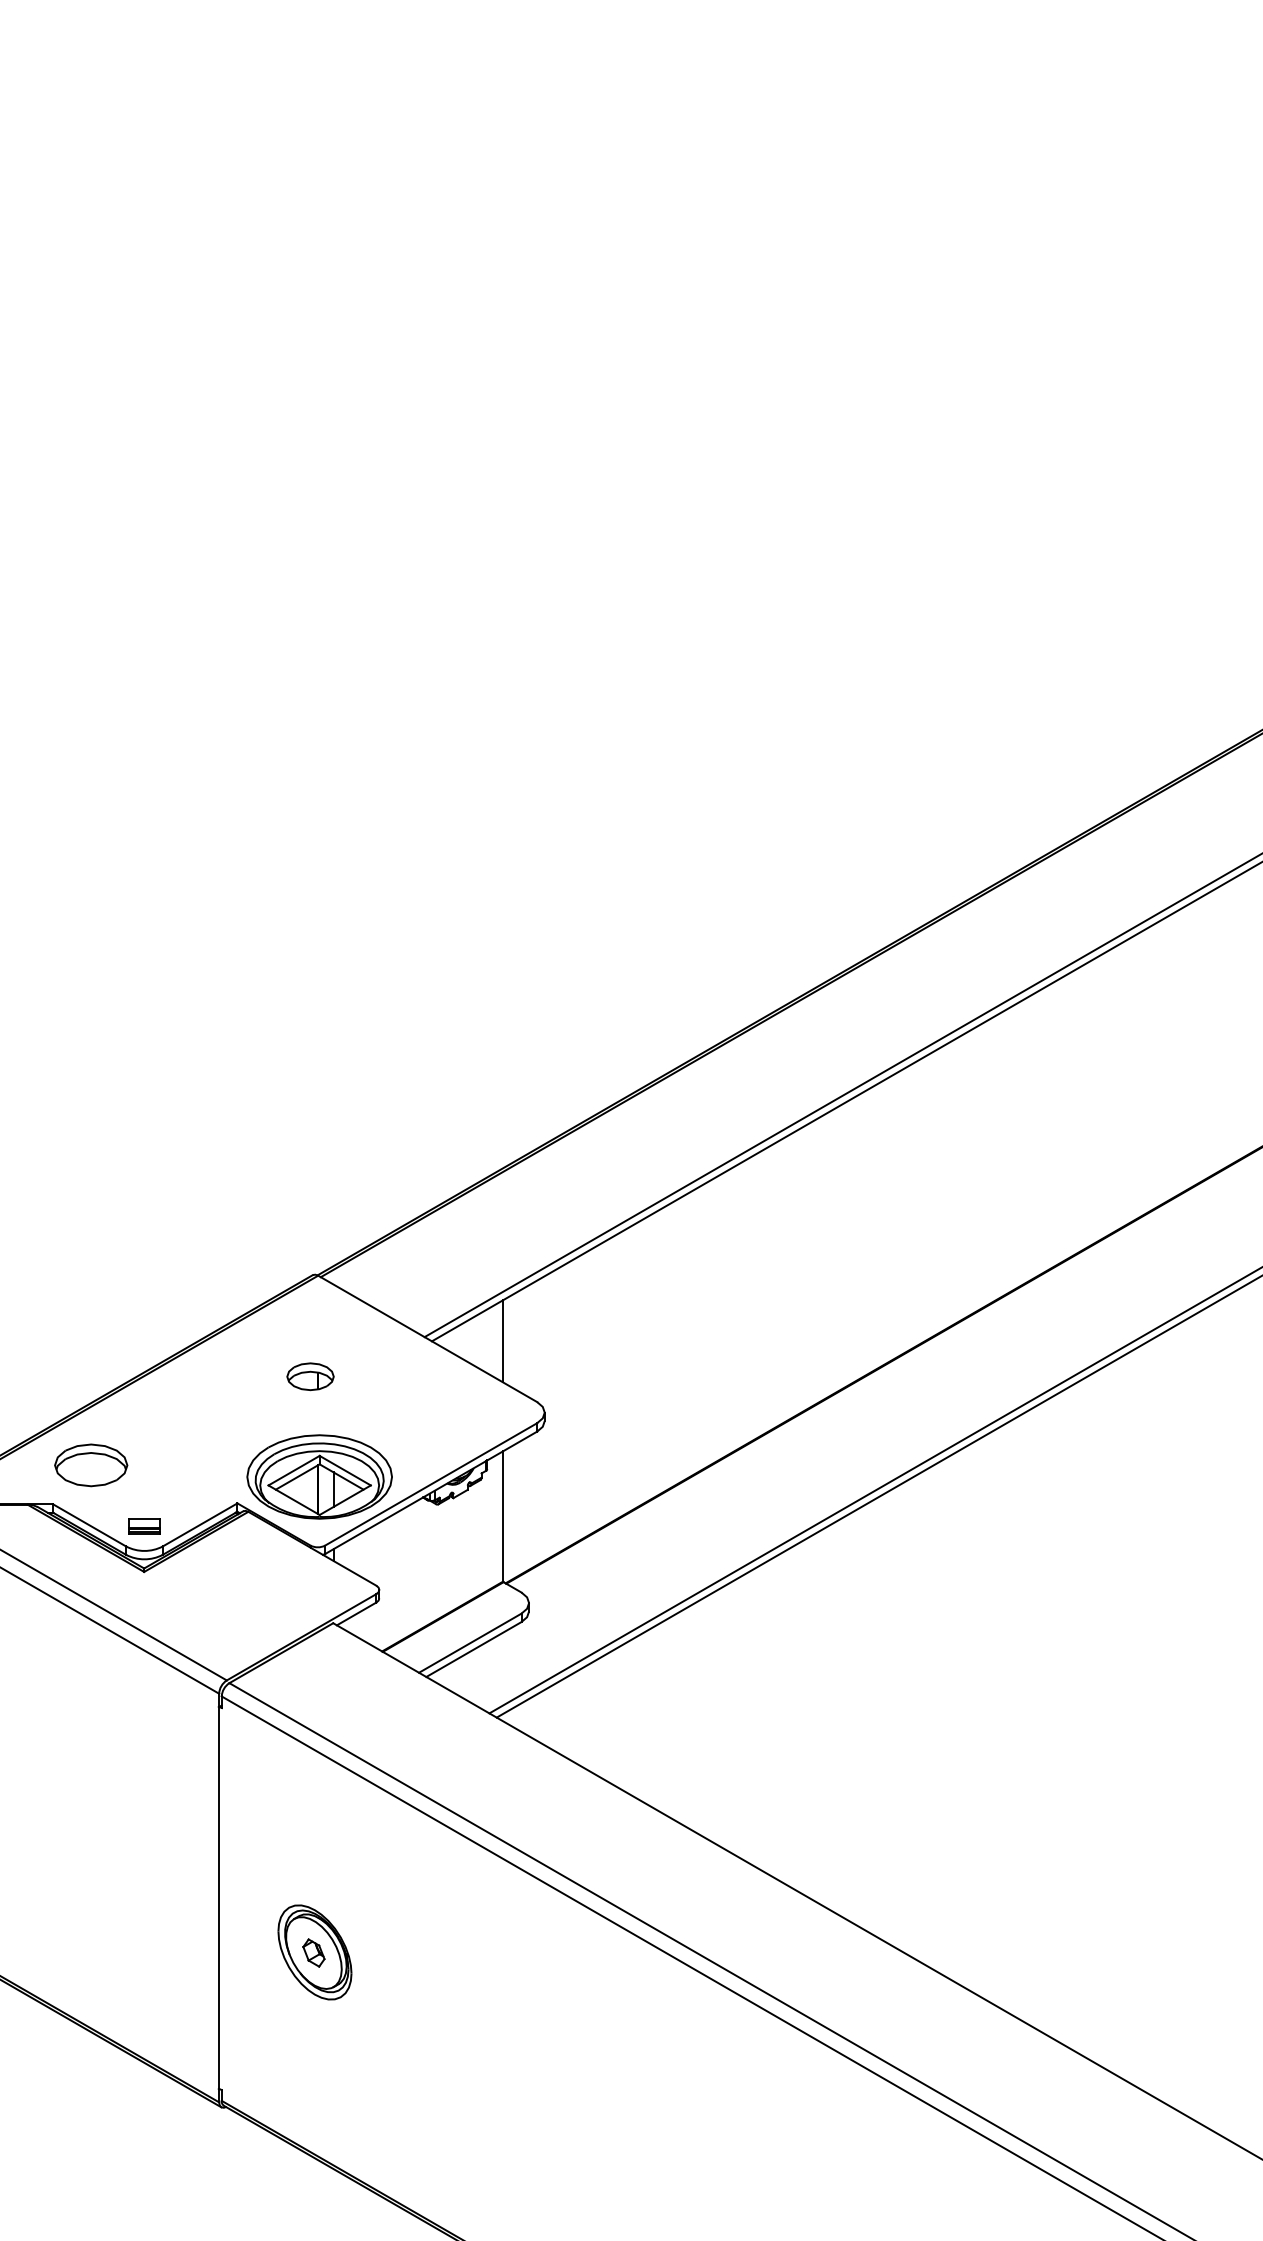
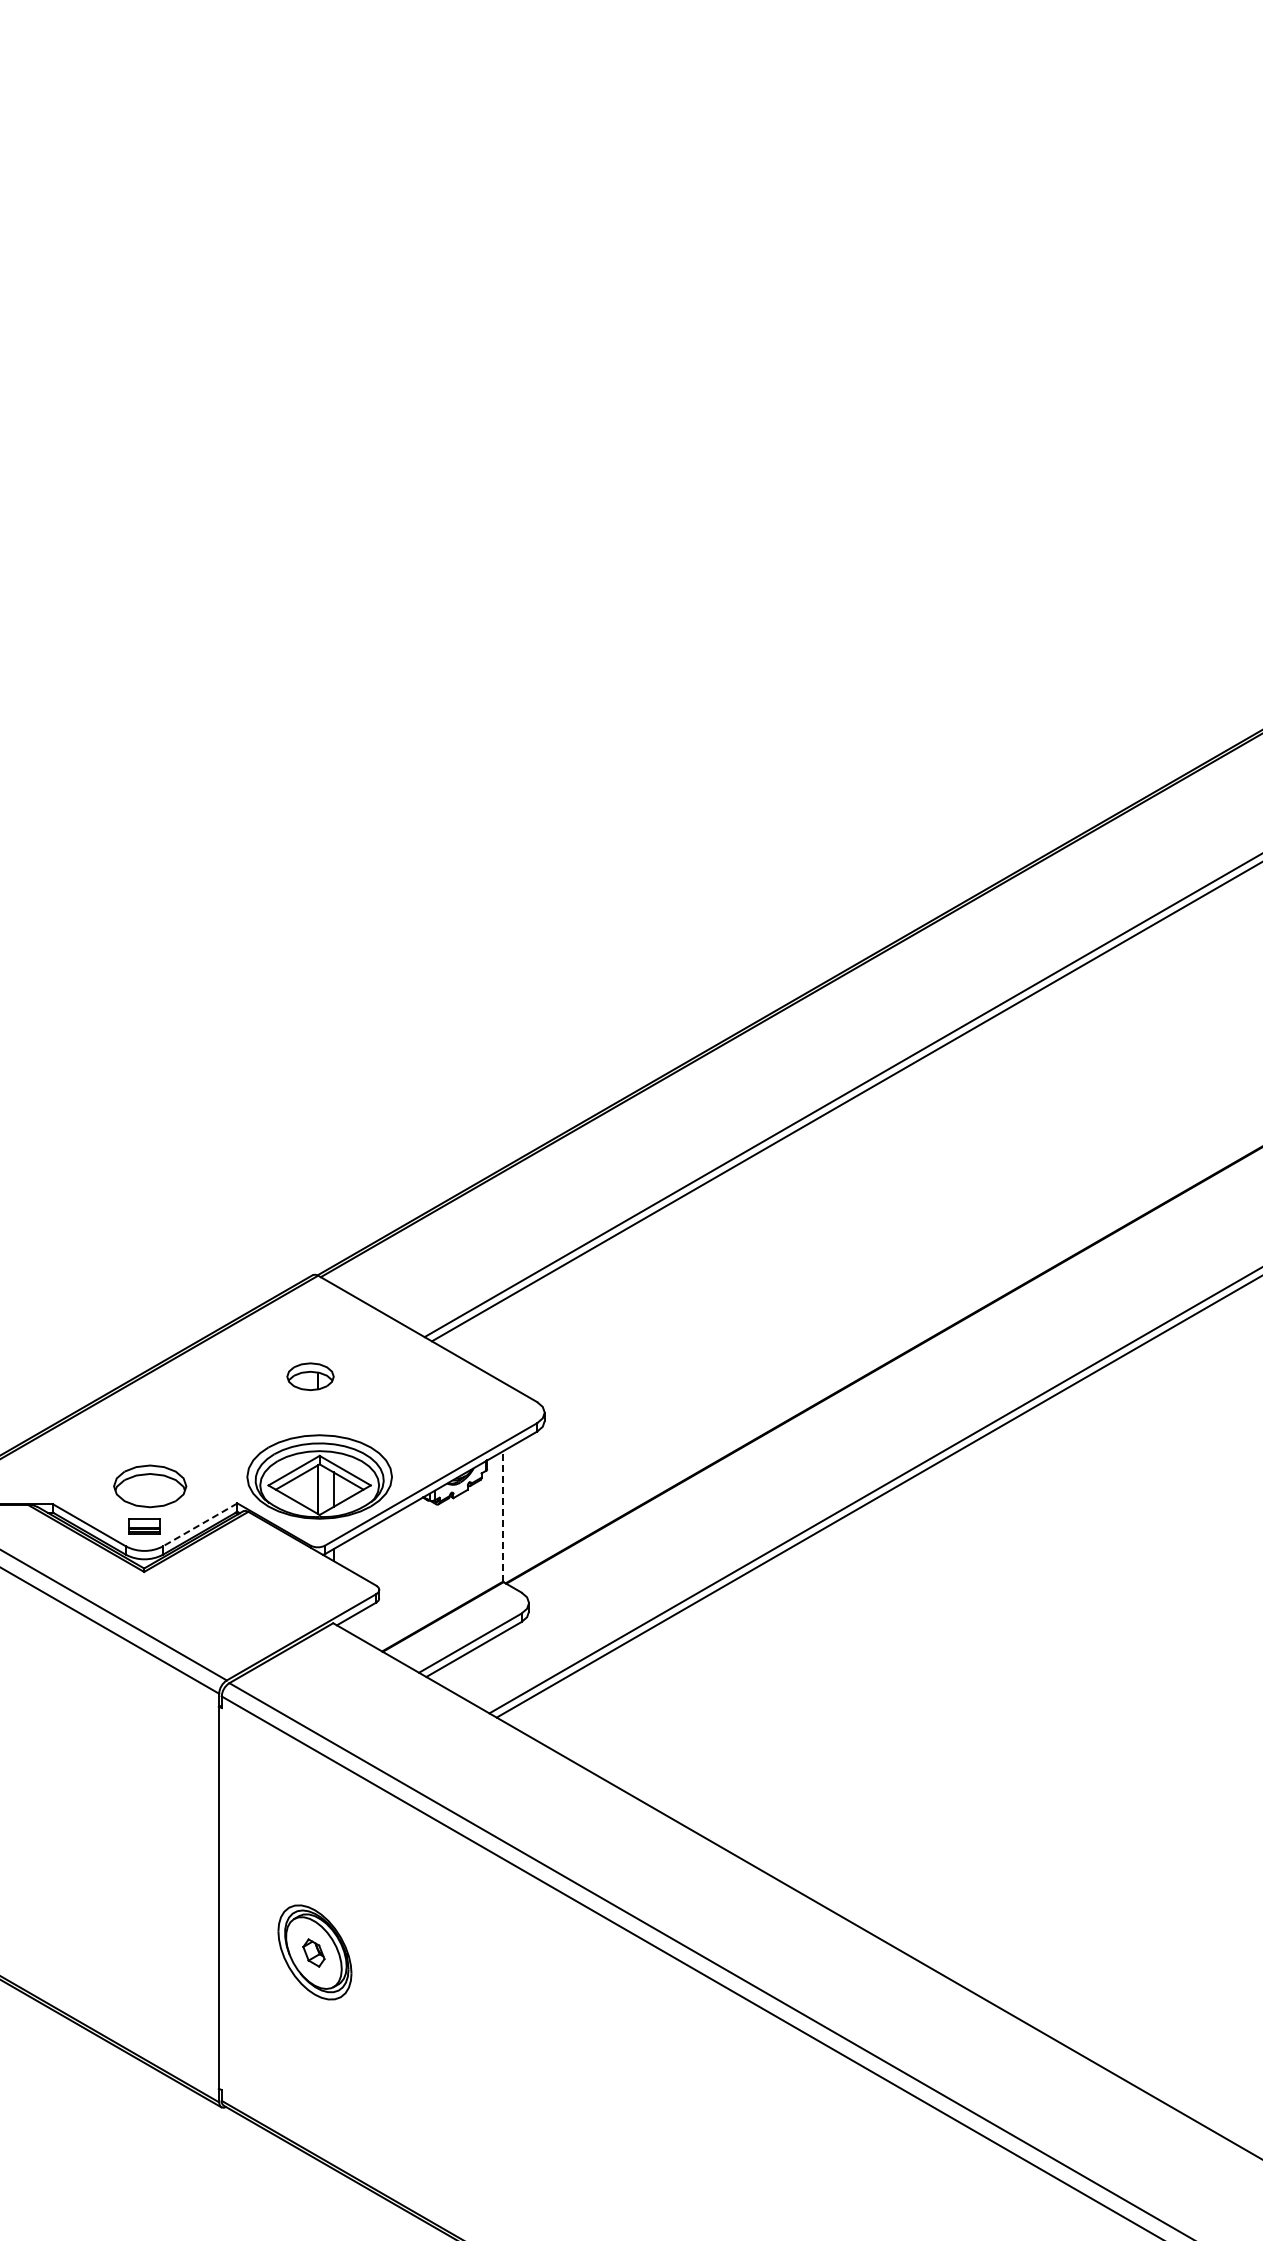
line at (503, 1341): present -> none
part at (91, 1465) position: (91, 1465) -> (150, 1486)
line at (503, 1515): solid -> dashed
line at (199, 1525): solid -> dashed
